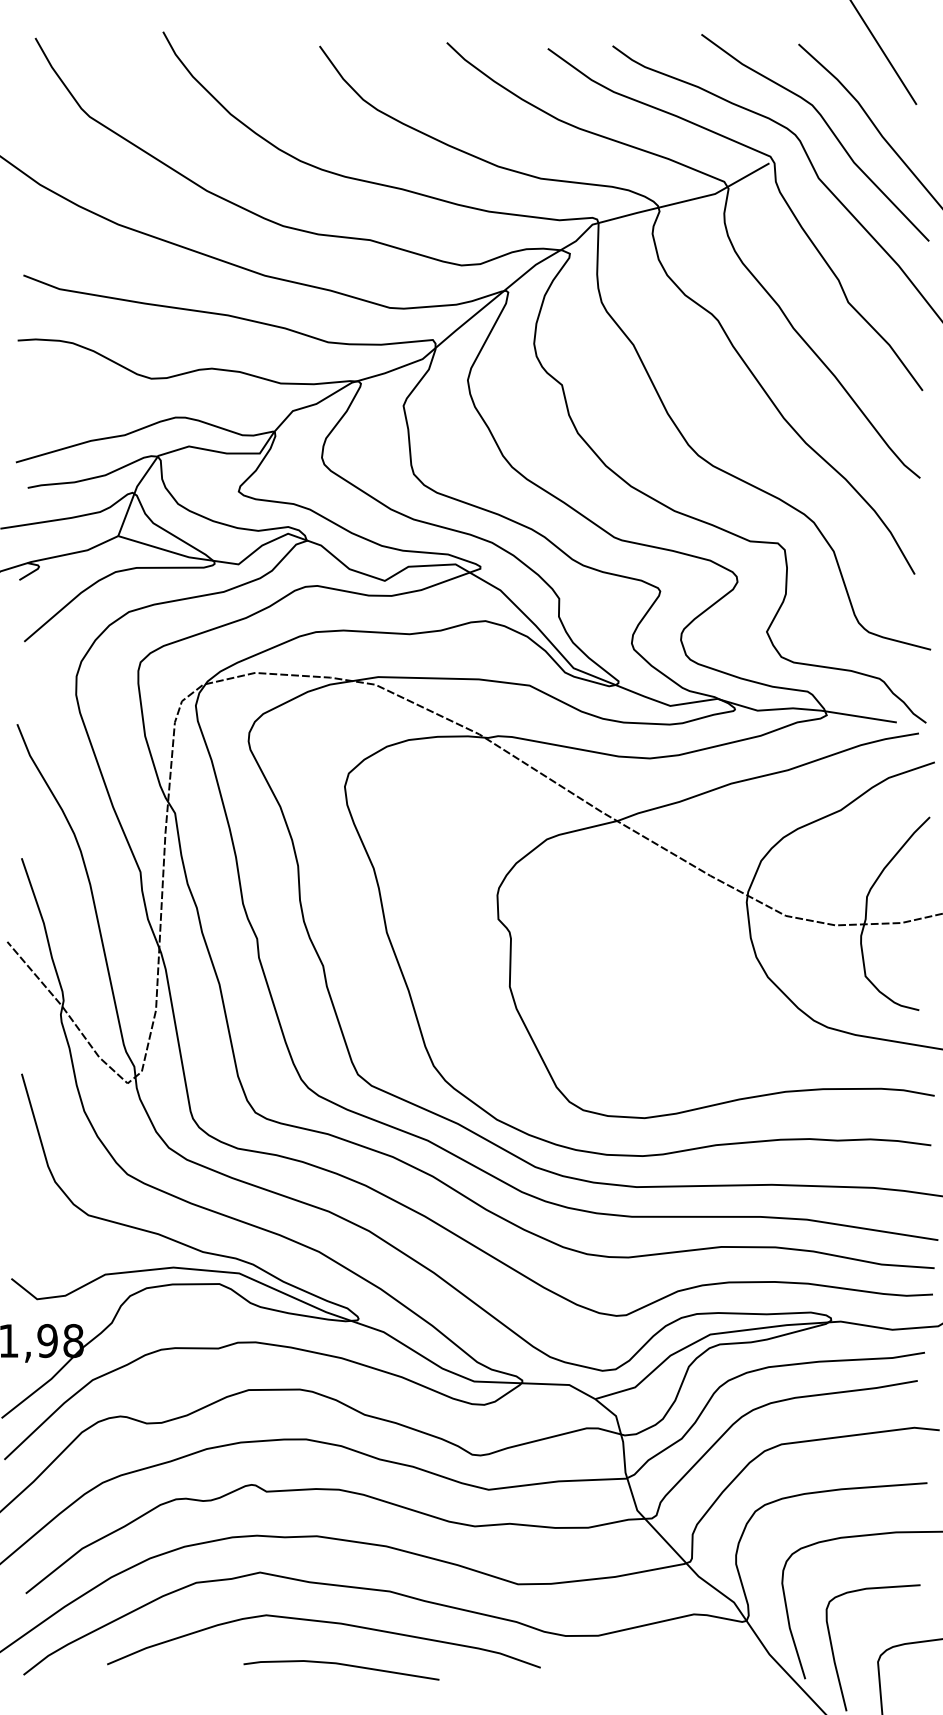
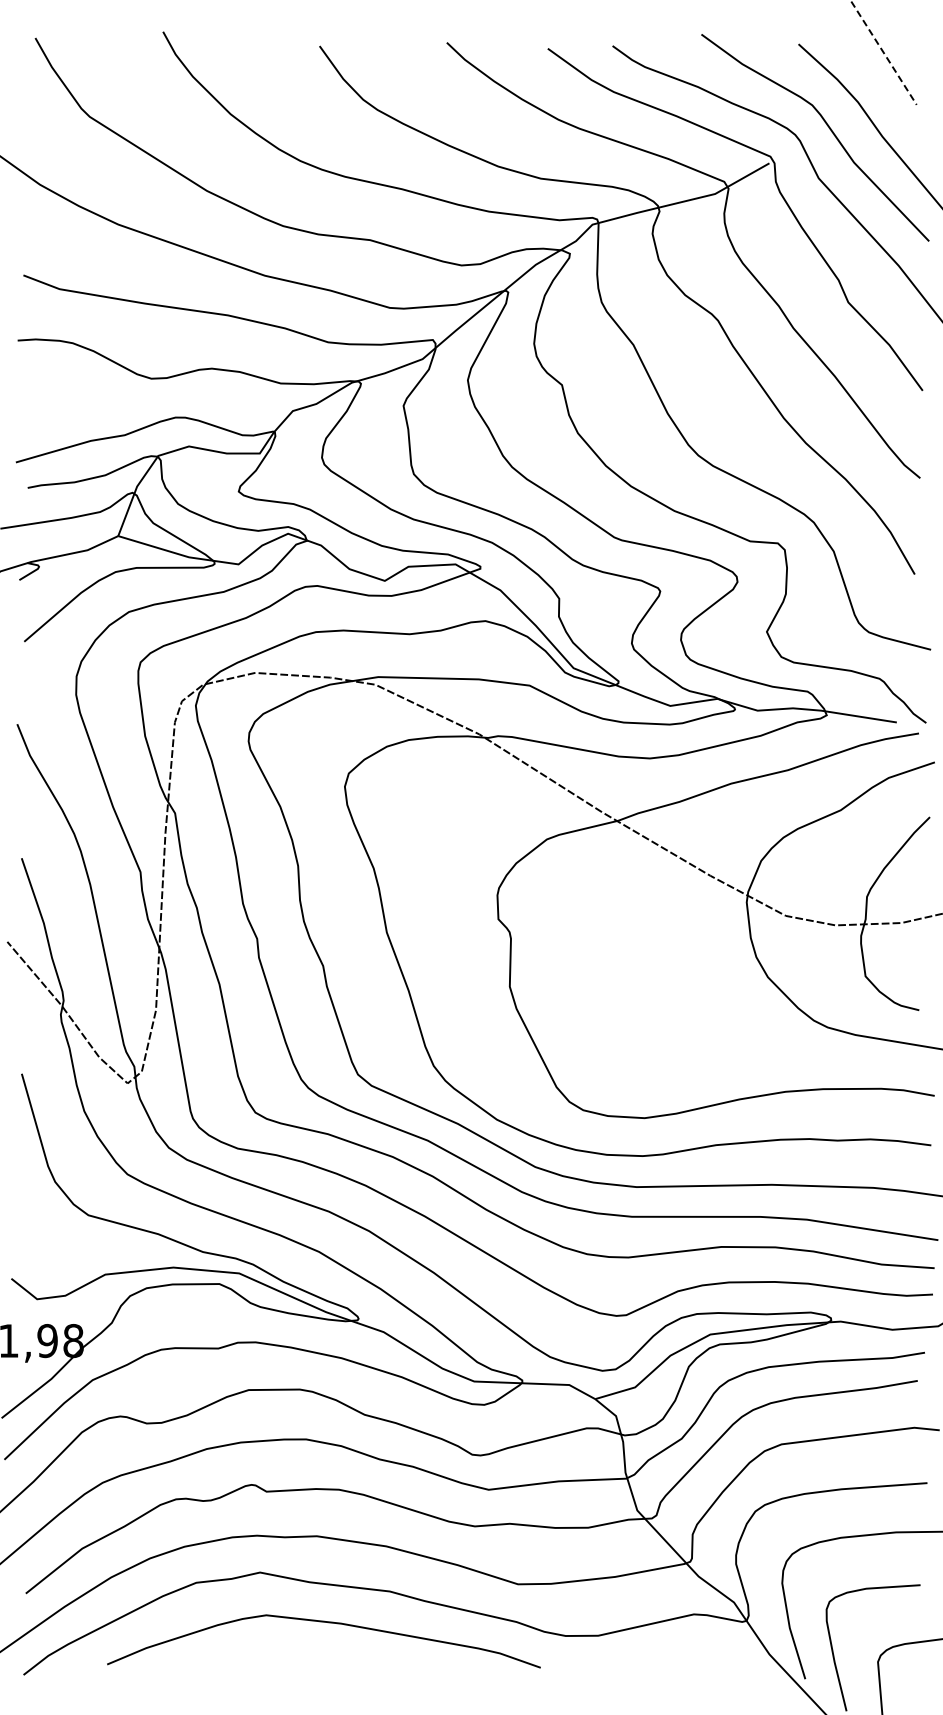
line at (883, 52): solid -> dashed
line at (341, 1665): present -> none
